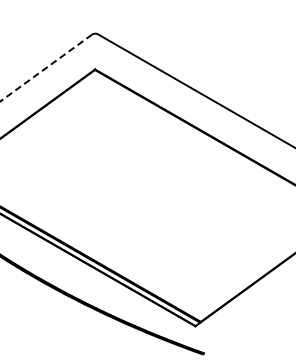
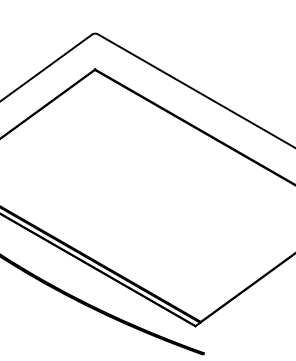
line at (46, 68): dashed -> solid
